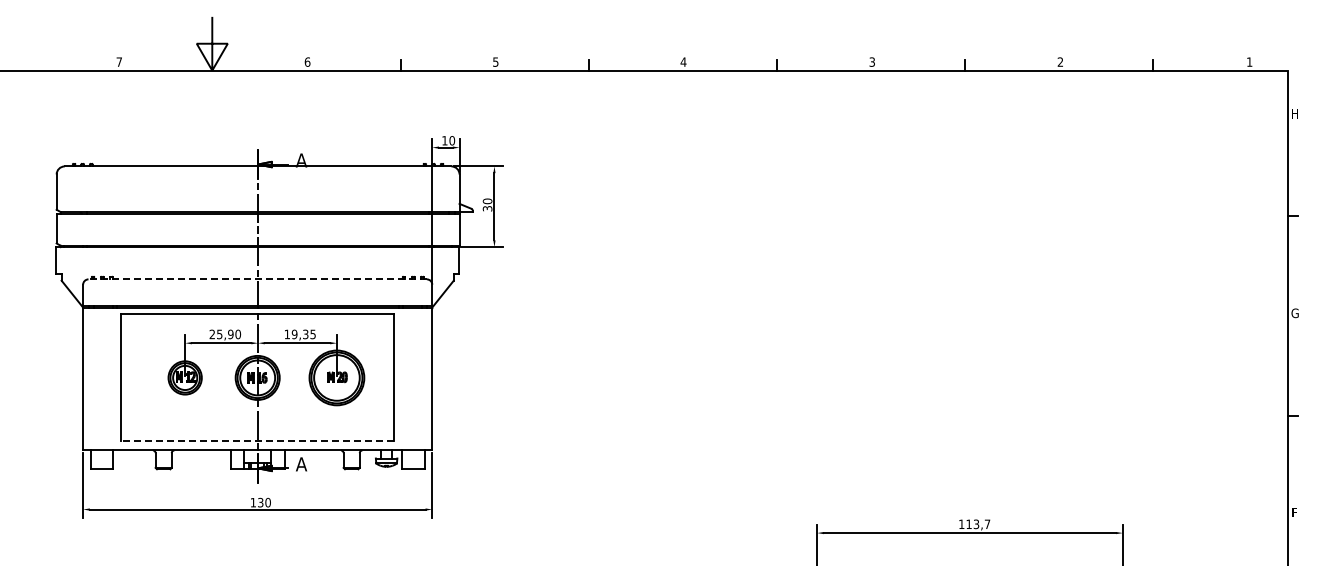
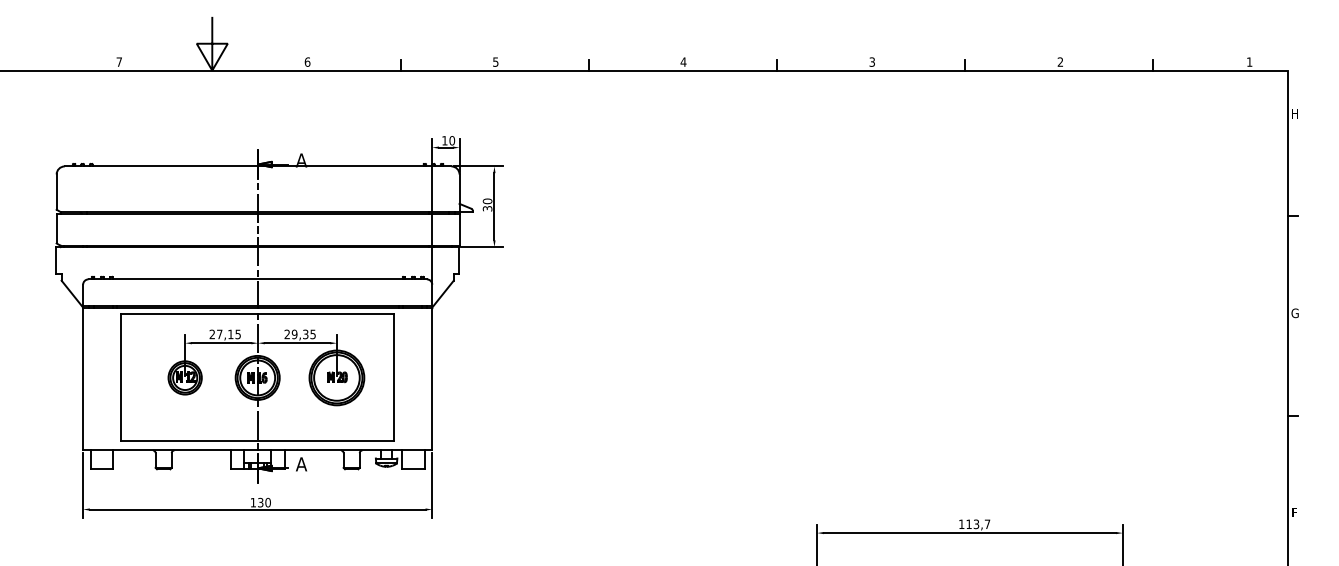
line at (257, 279): dashed -> solid
text at (286, 333): 19,35 -> 29,35
text at (229, 334): 25,90 -> 27,15
line at (257, 441): dashed -> solid
